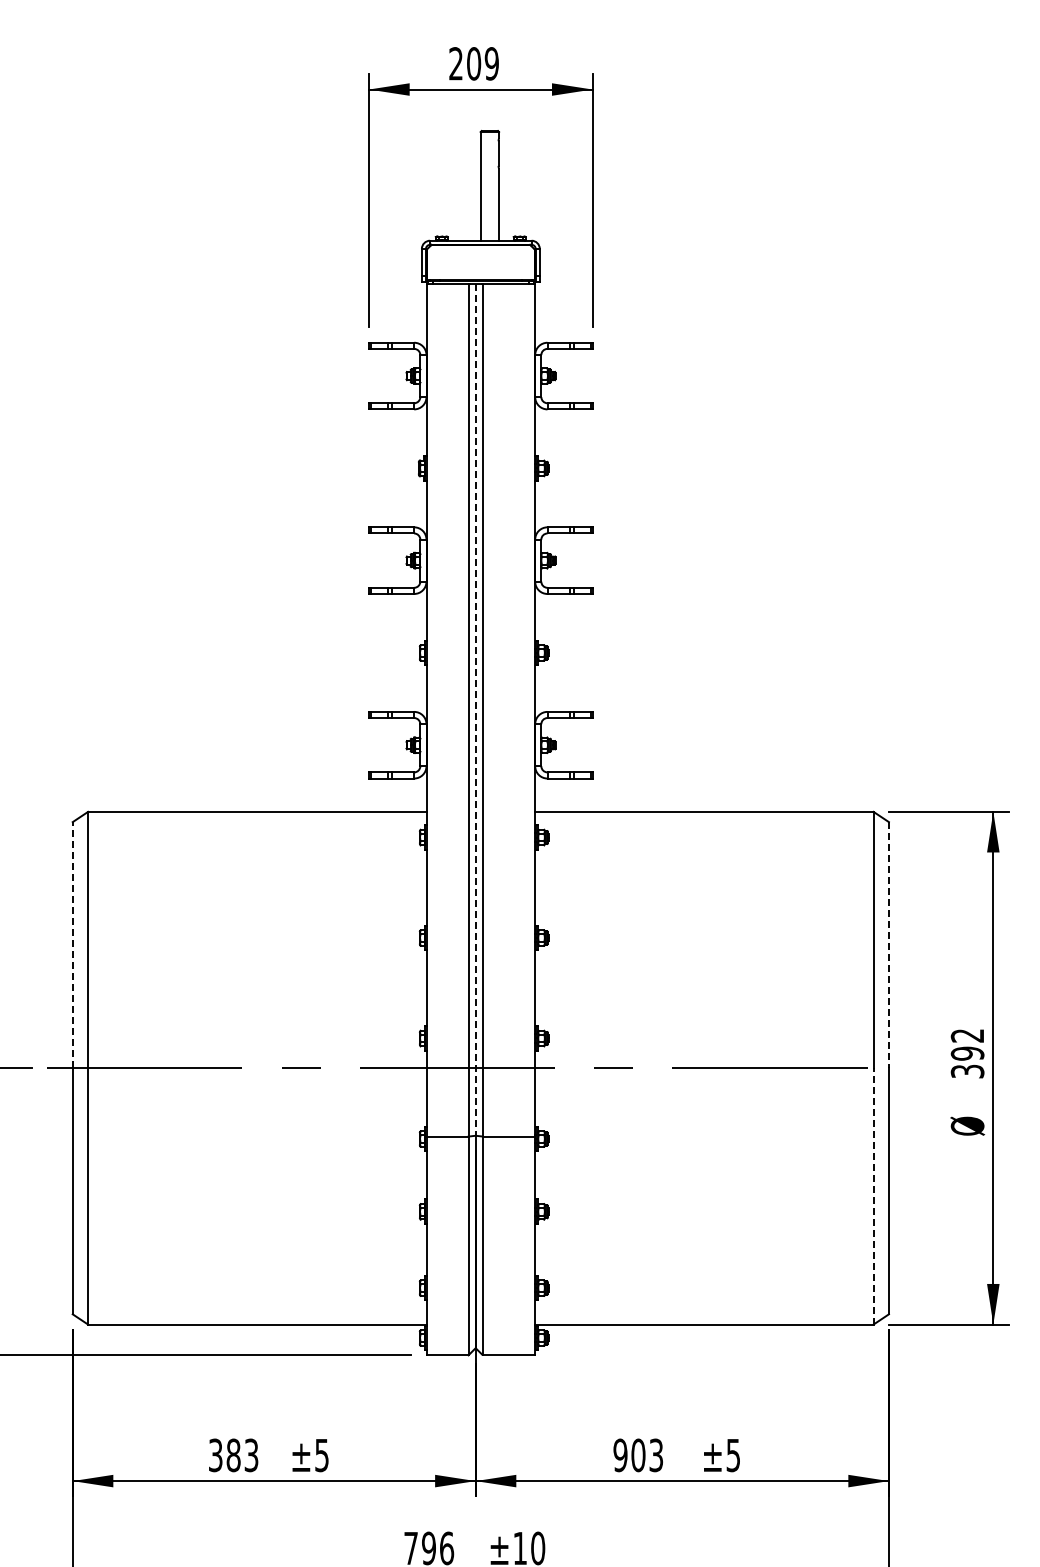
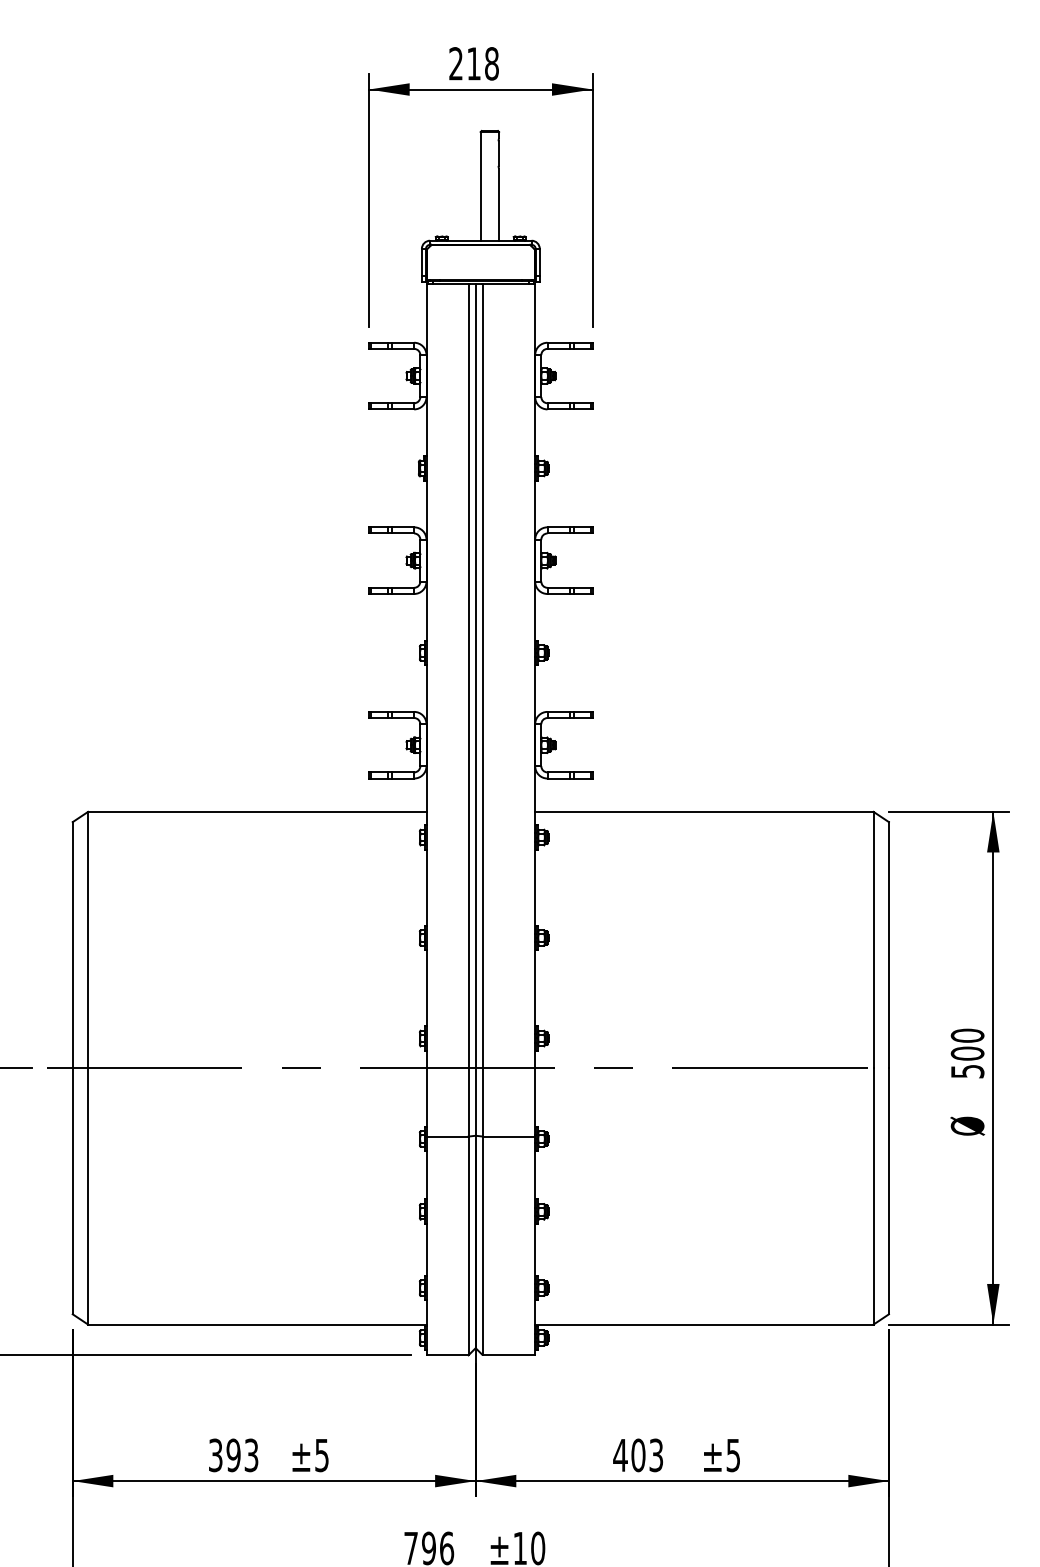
text at (482, 63): 209 -> 218
line at (475, 709): dashed -> solid
line at (72, 944): dashed -> solid
line at (888, 945): dashed -> solid
text at (967, 1052): 392 -> 500
line at (873, 1195): dashed -> solid
text at (233, 1455): 383 -> 393
text at (620, 1455): 903 -> 403
